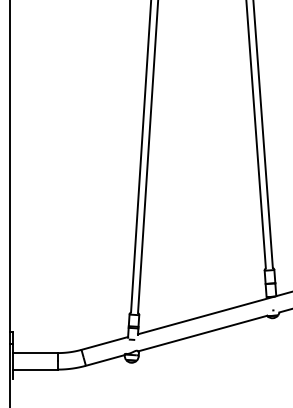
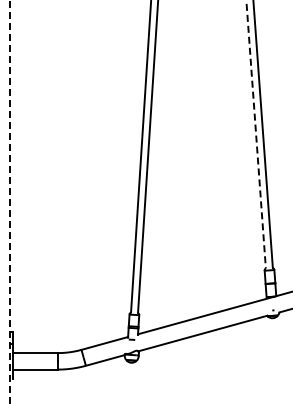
line at (256, 135): solid -> dashed
line at (10, 204): solid -> dashed
